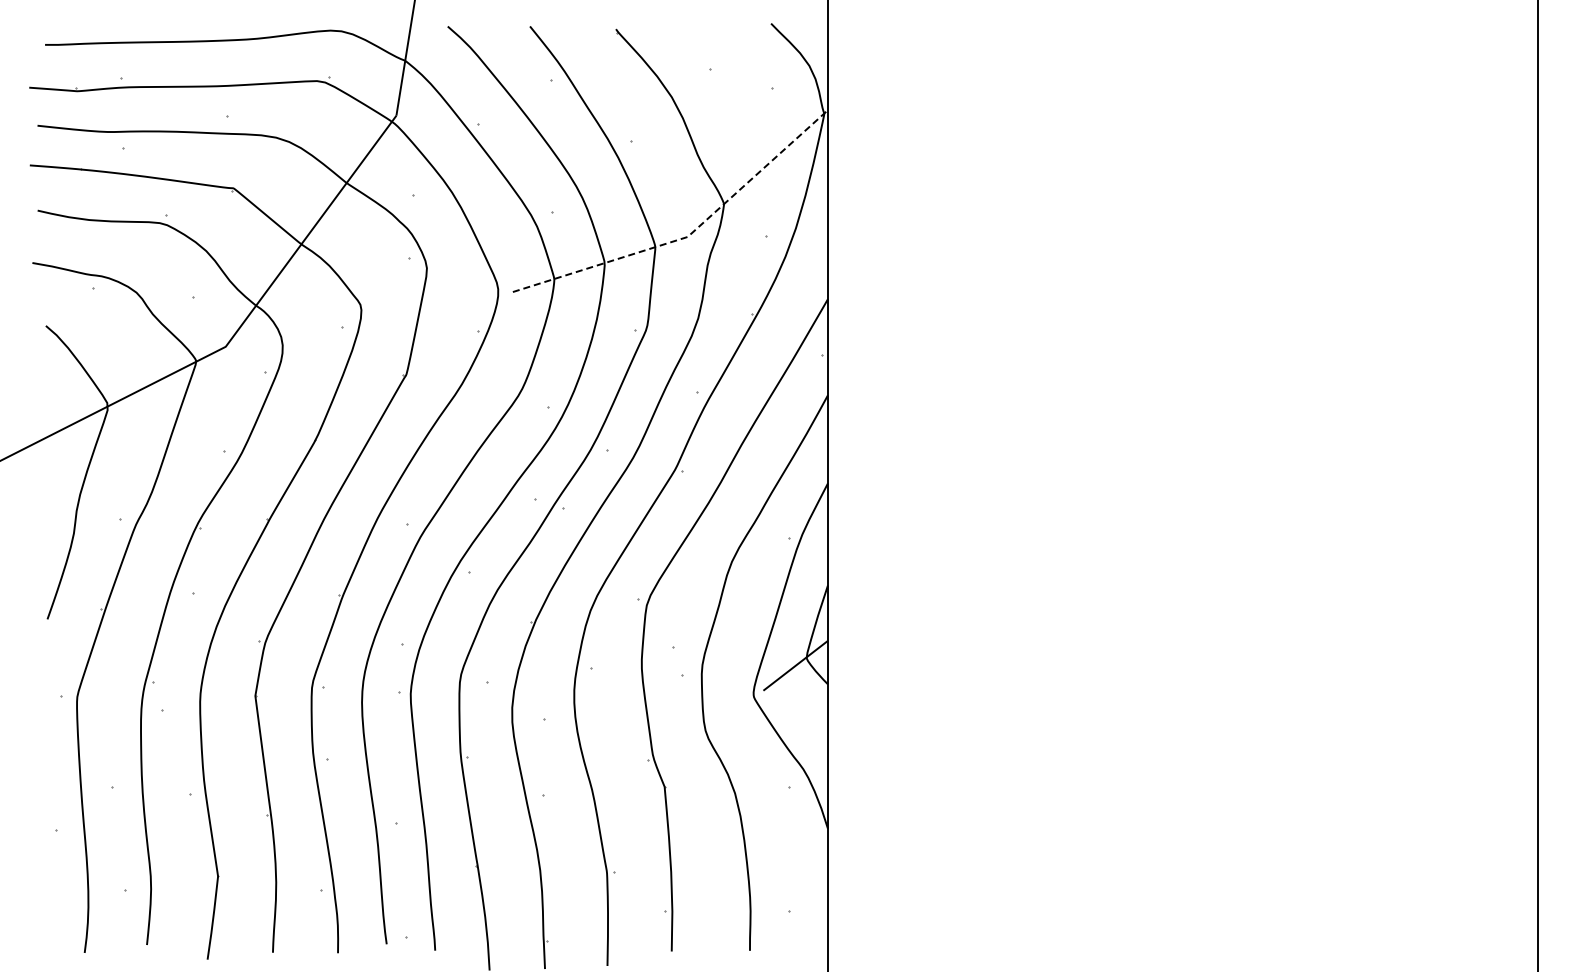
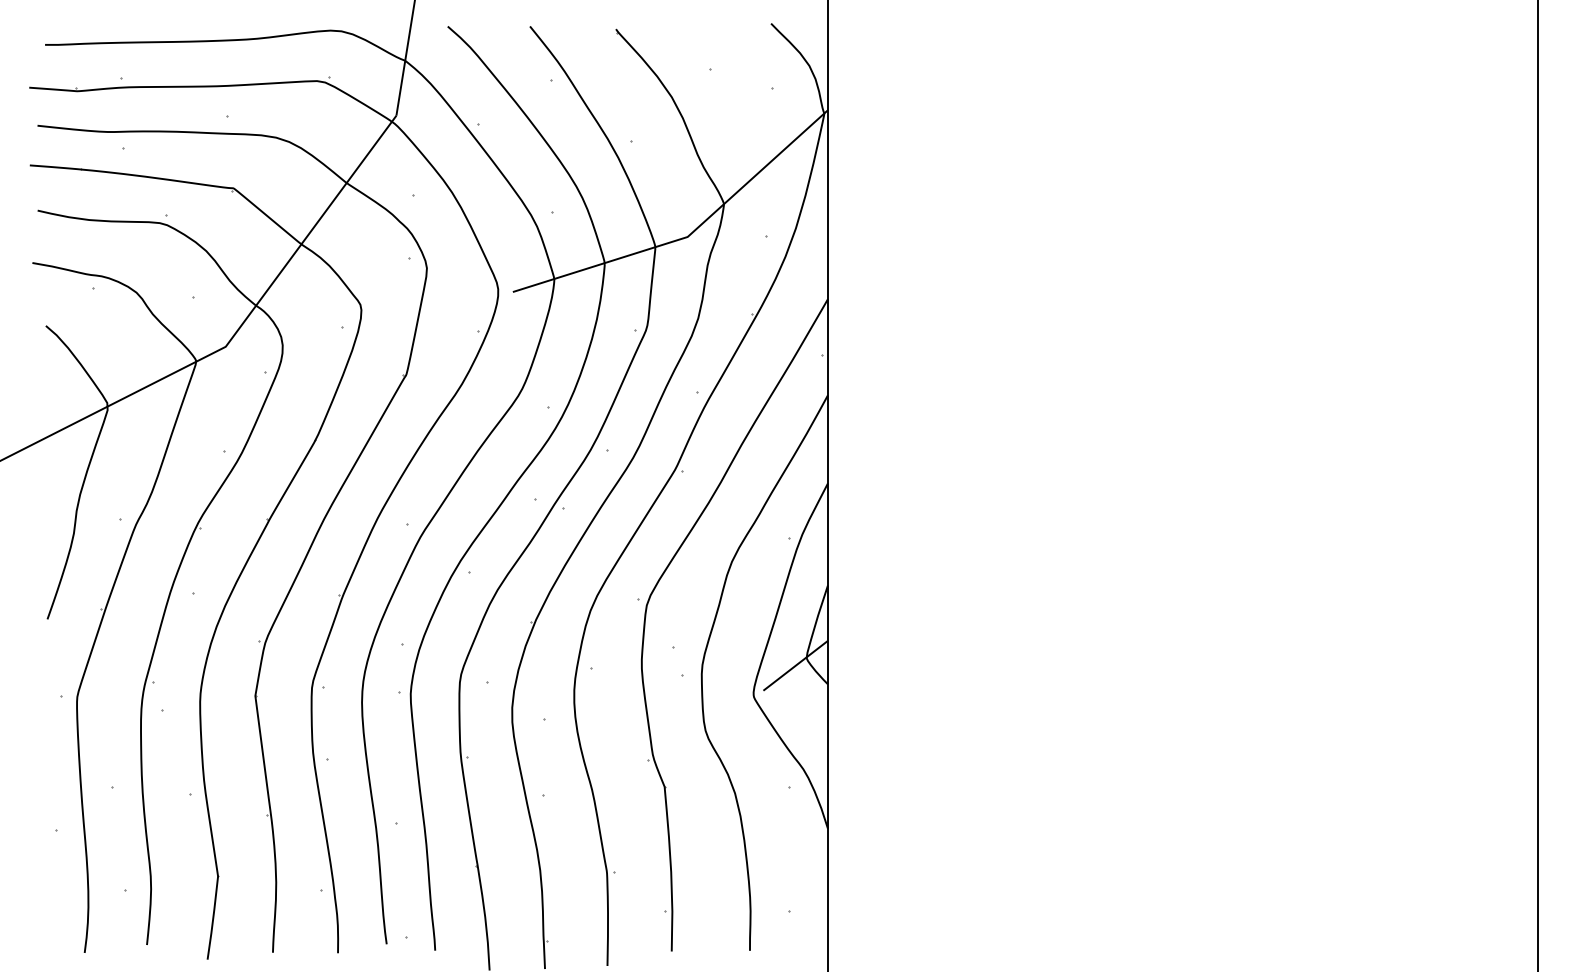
line at (689, 234): dashed -> solid
